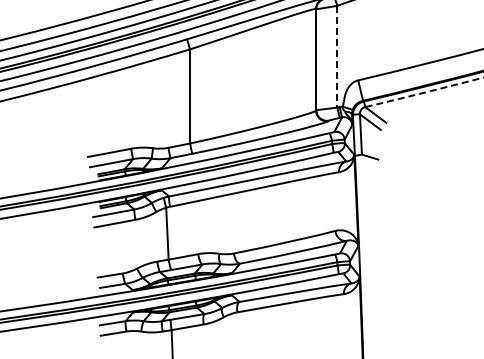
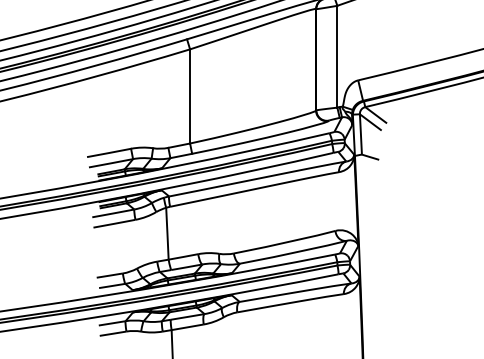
line at (337, 56): dashed -> solid
arc at (424, 92): dashed -> solid
